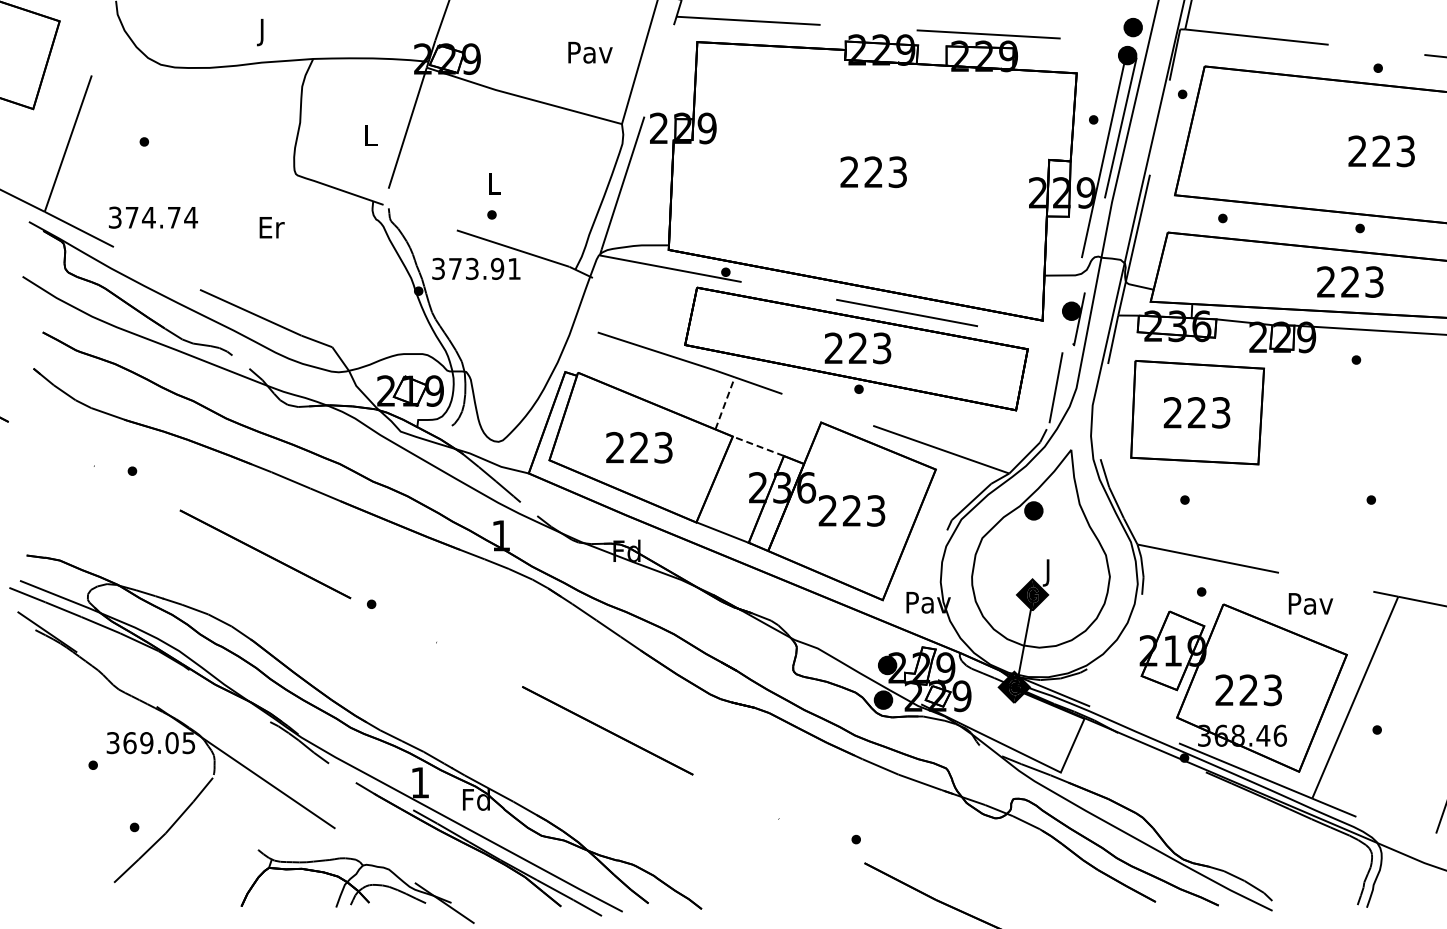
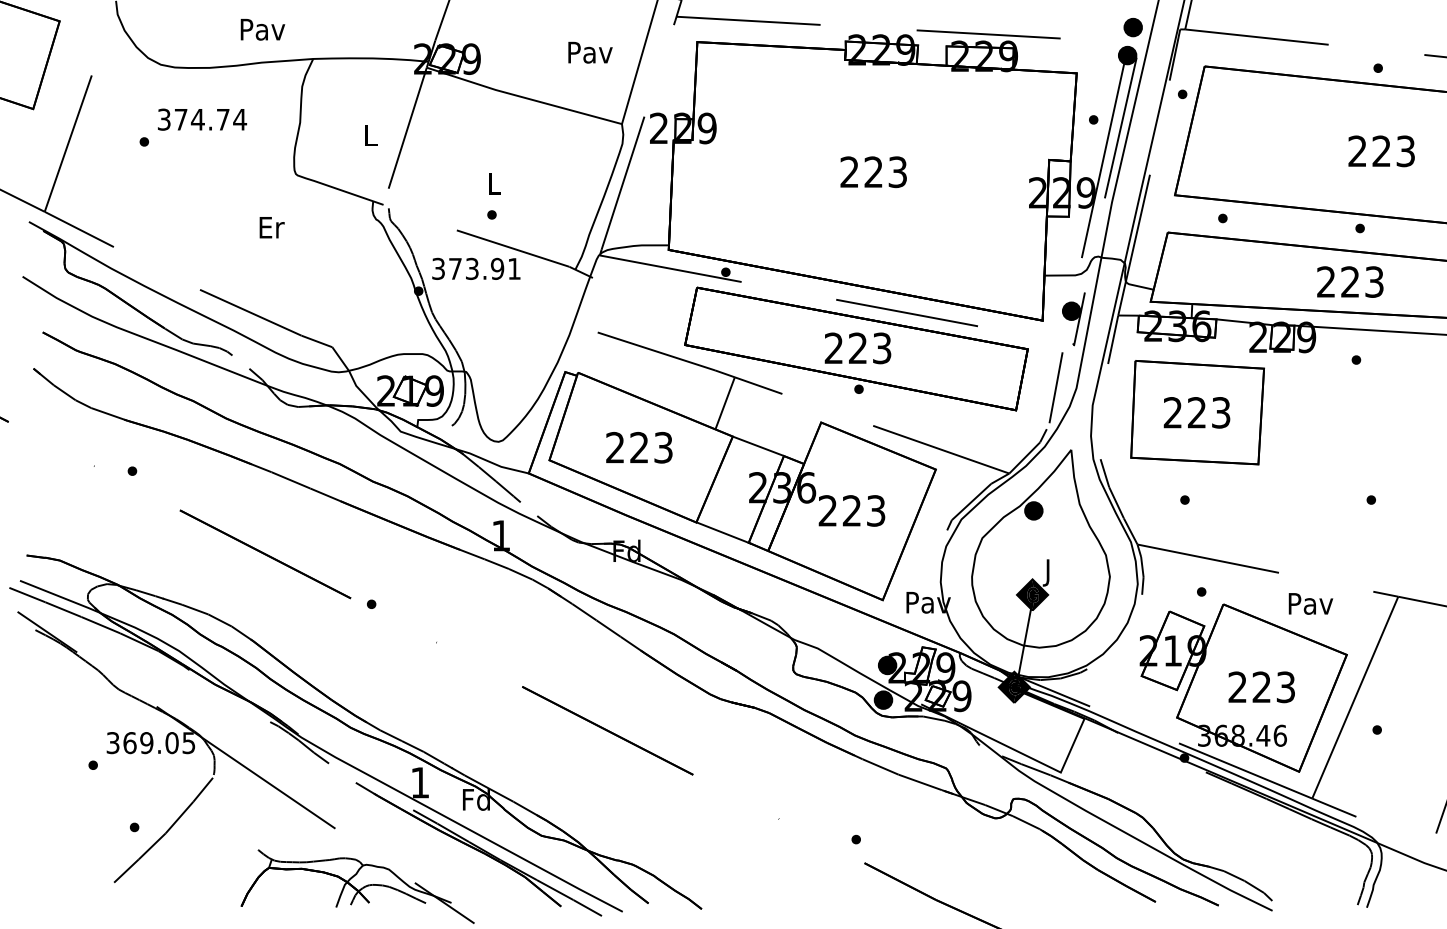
text at (262, 32): J -> Pav
text at (153, 217) position: (153, 217) -> (202, 119)
line at (725, 403): dashed -> solid
line at (757, 446): dashed -> solid
text at (1248, 690) position: (1248, 690) -> (1261, 687)
